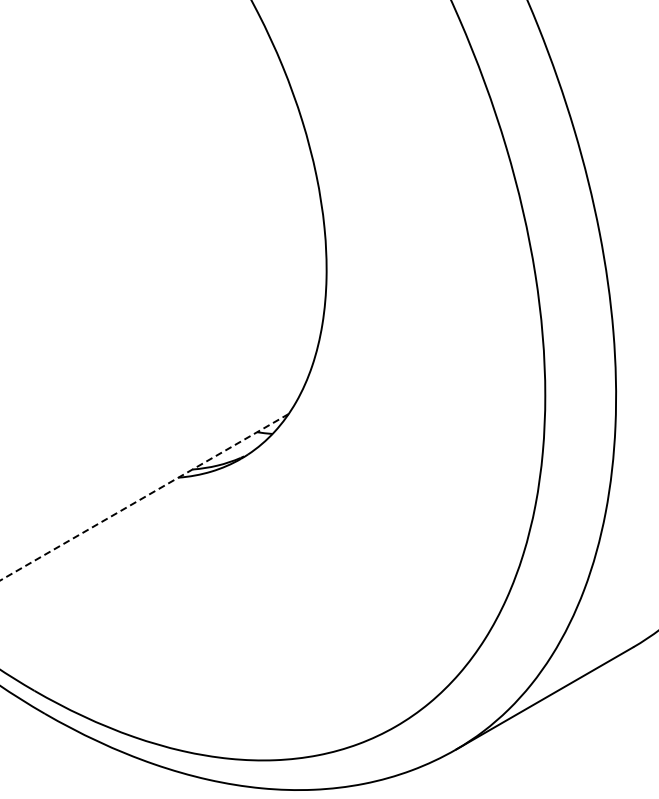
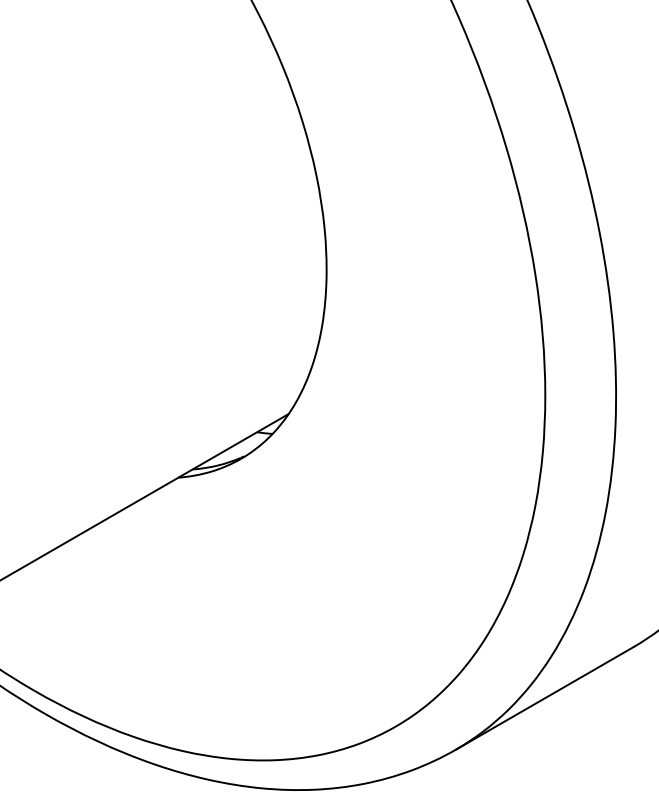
line at (144, 497): dashed -> solid
